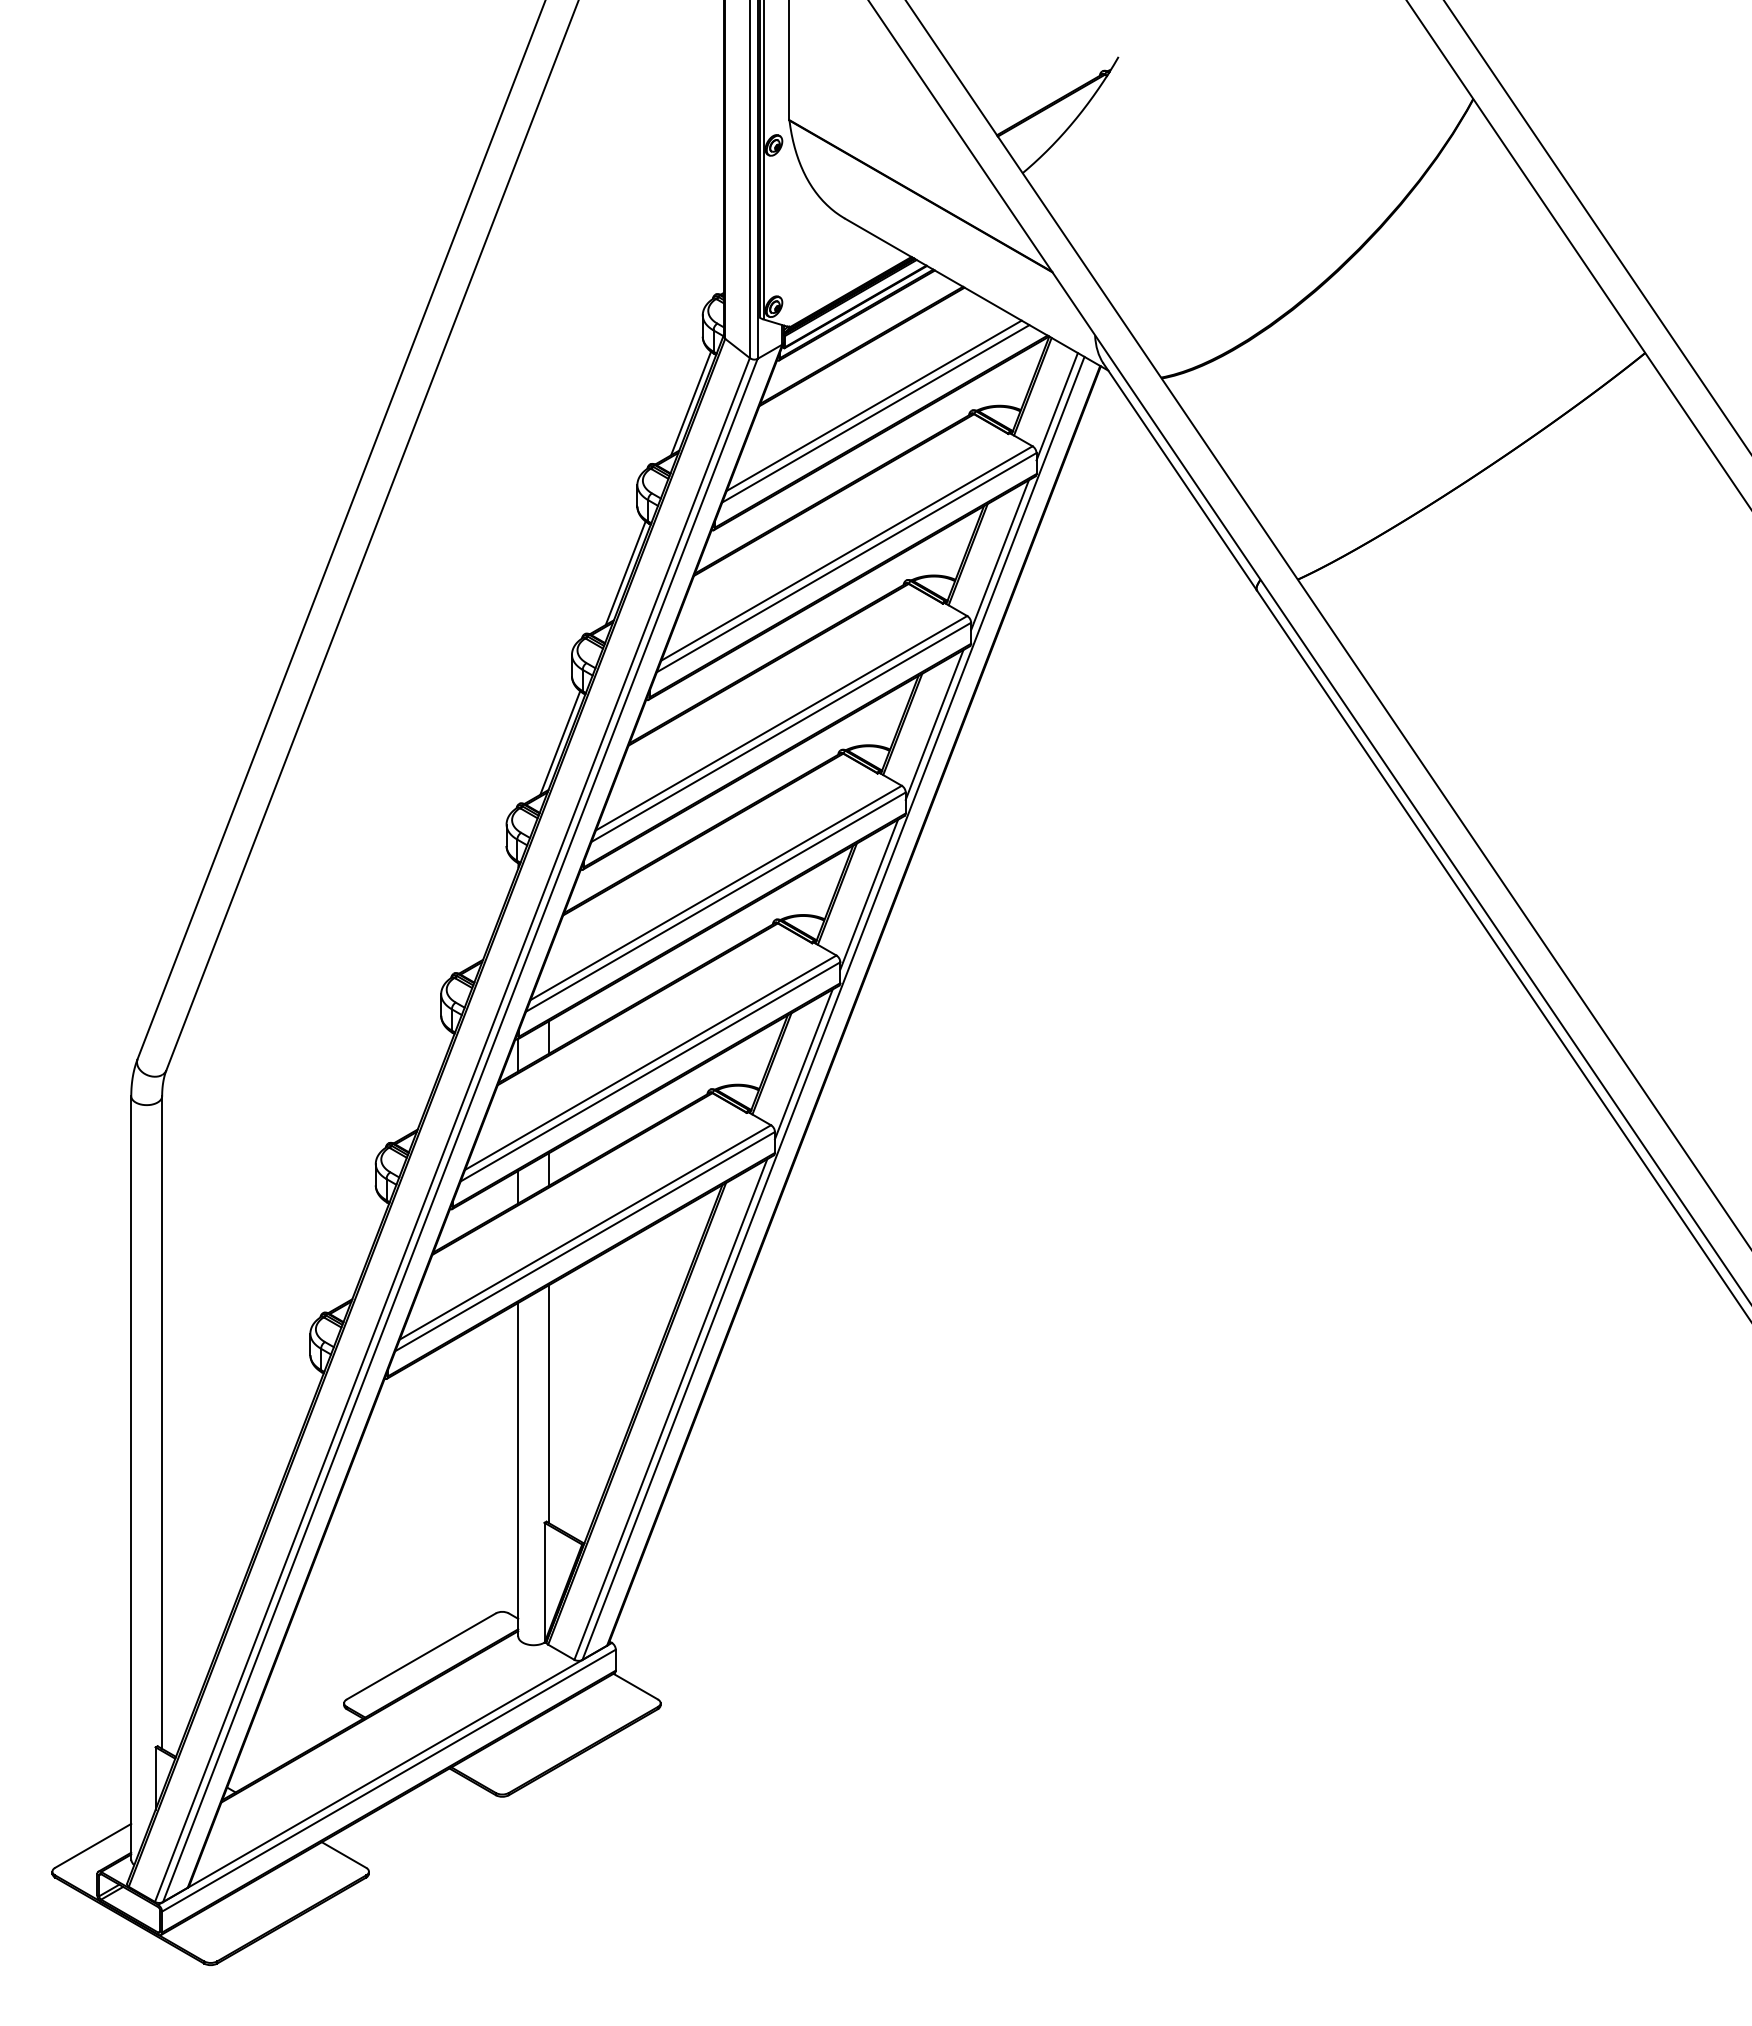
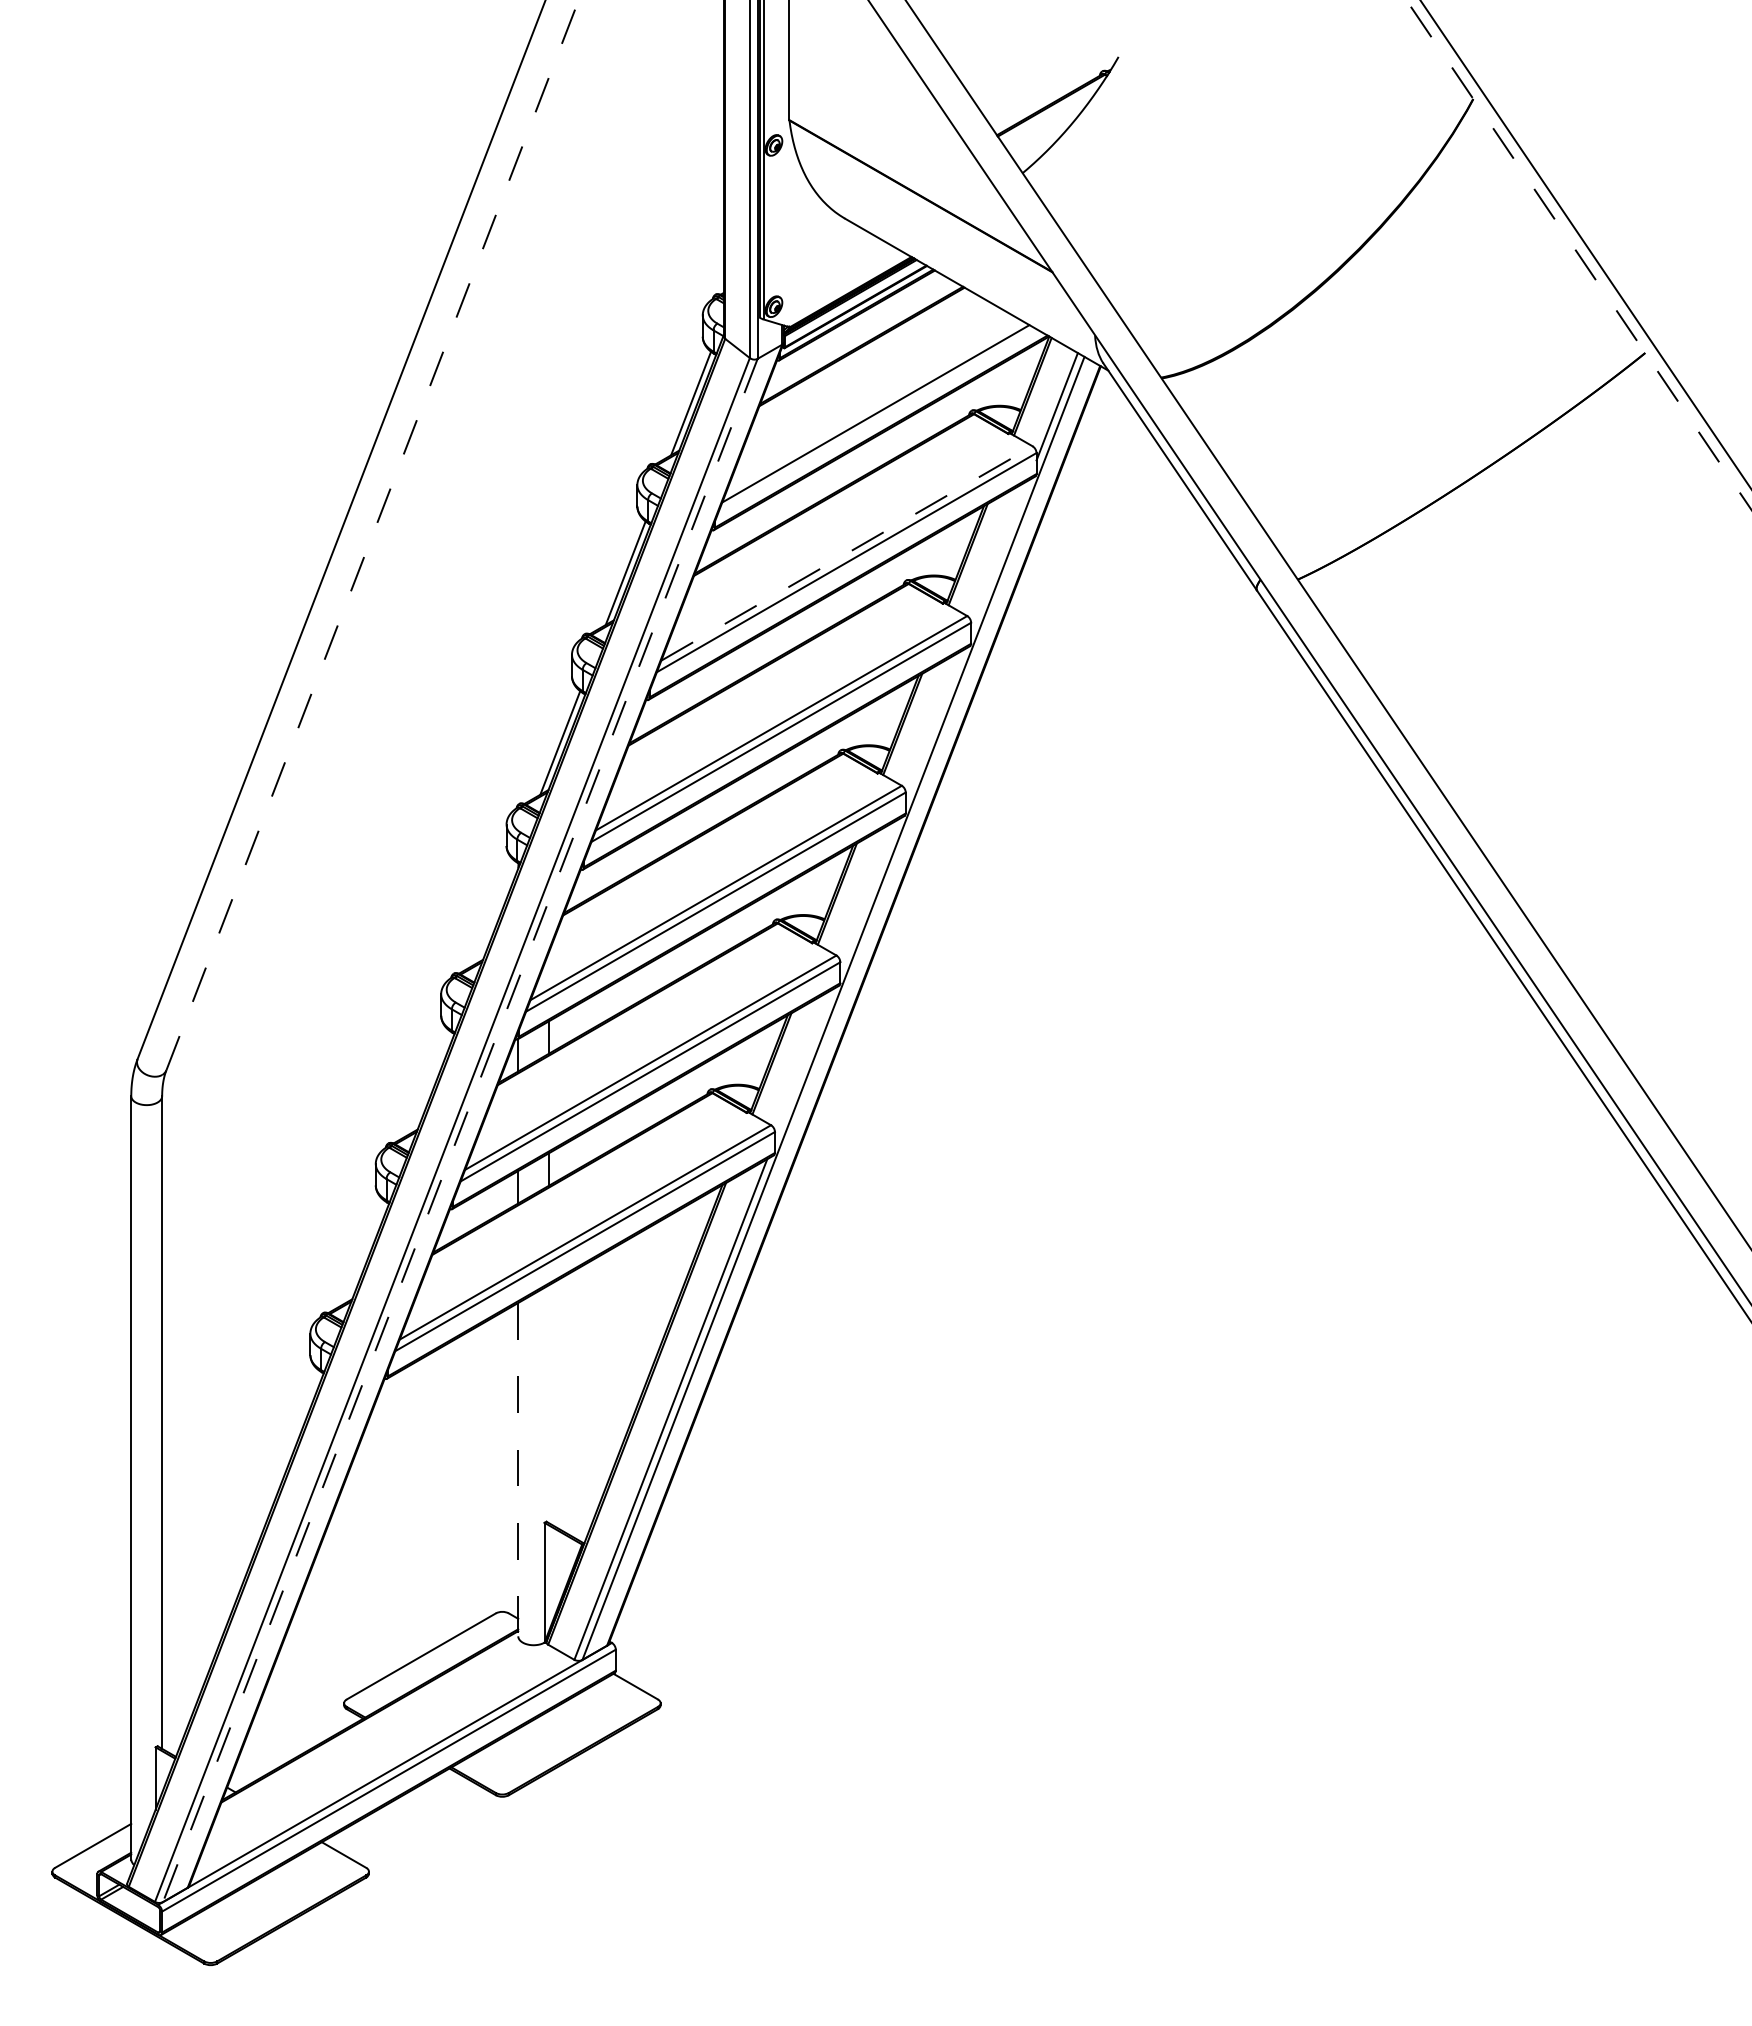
line at (1596, 226) position: (1596, 226) -> (1584, 243)
line at (1579, 255): solid -> dashed
line at (873, 405): present -> none
line at (372, 534): solid -> dashed
line at (847, 553): solid -> dashed
line at (999, 555): present -> none
line at (934, 724): present -> none
line at (869, 894): present -> none
line at (803, 1064): present -> none
line at (460, 1130): solid -> dashed
line at (549, 1404): present -> none
line at (518, 1469): solid -> dashed
